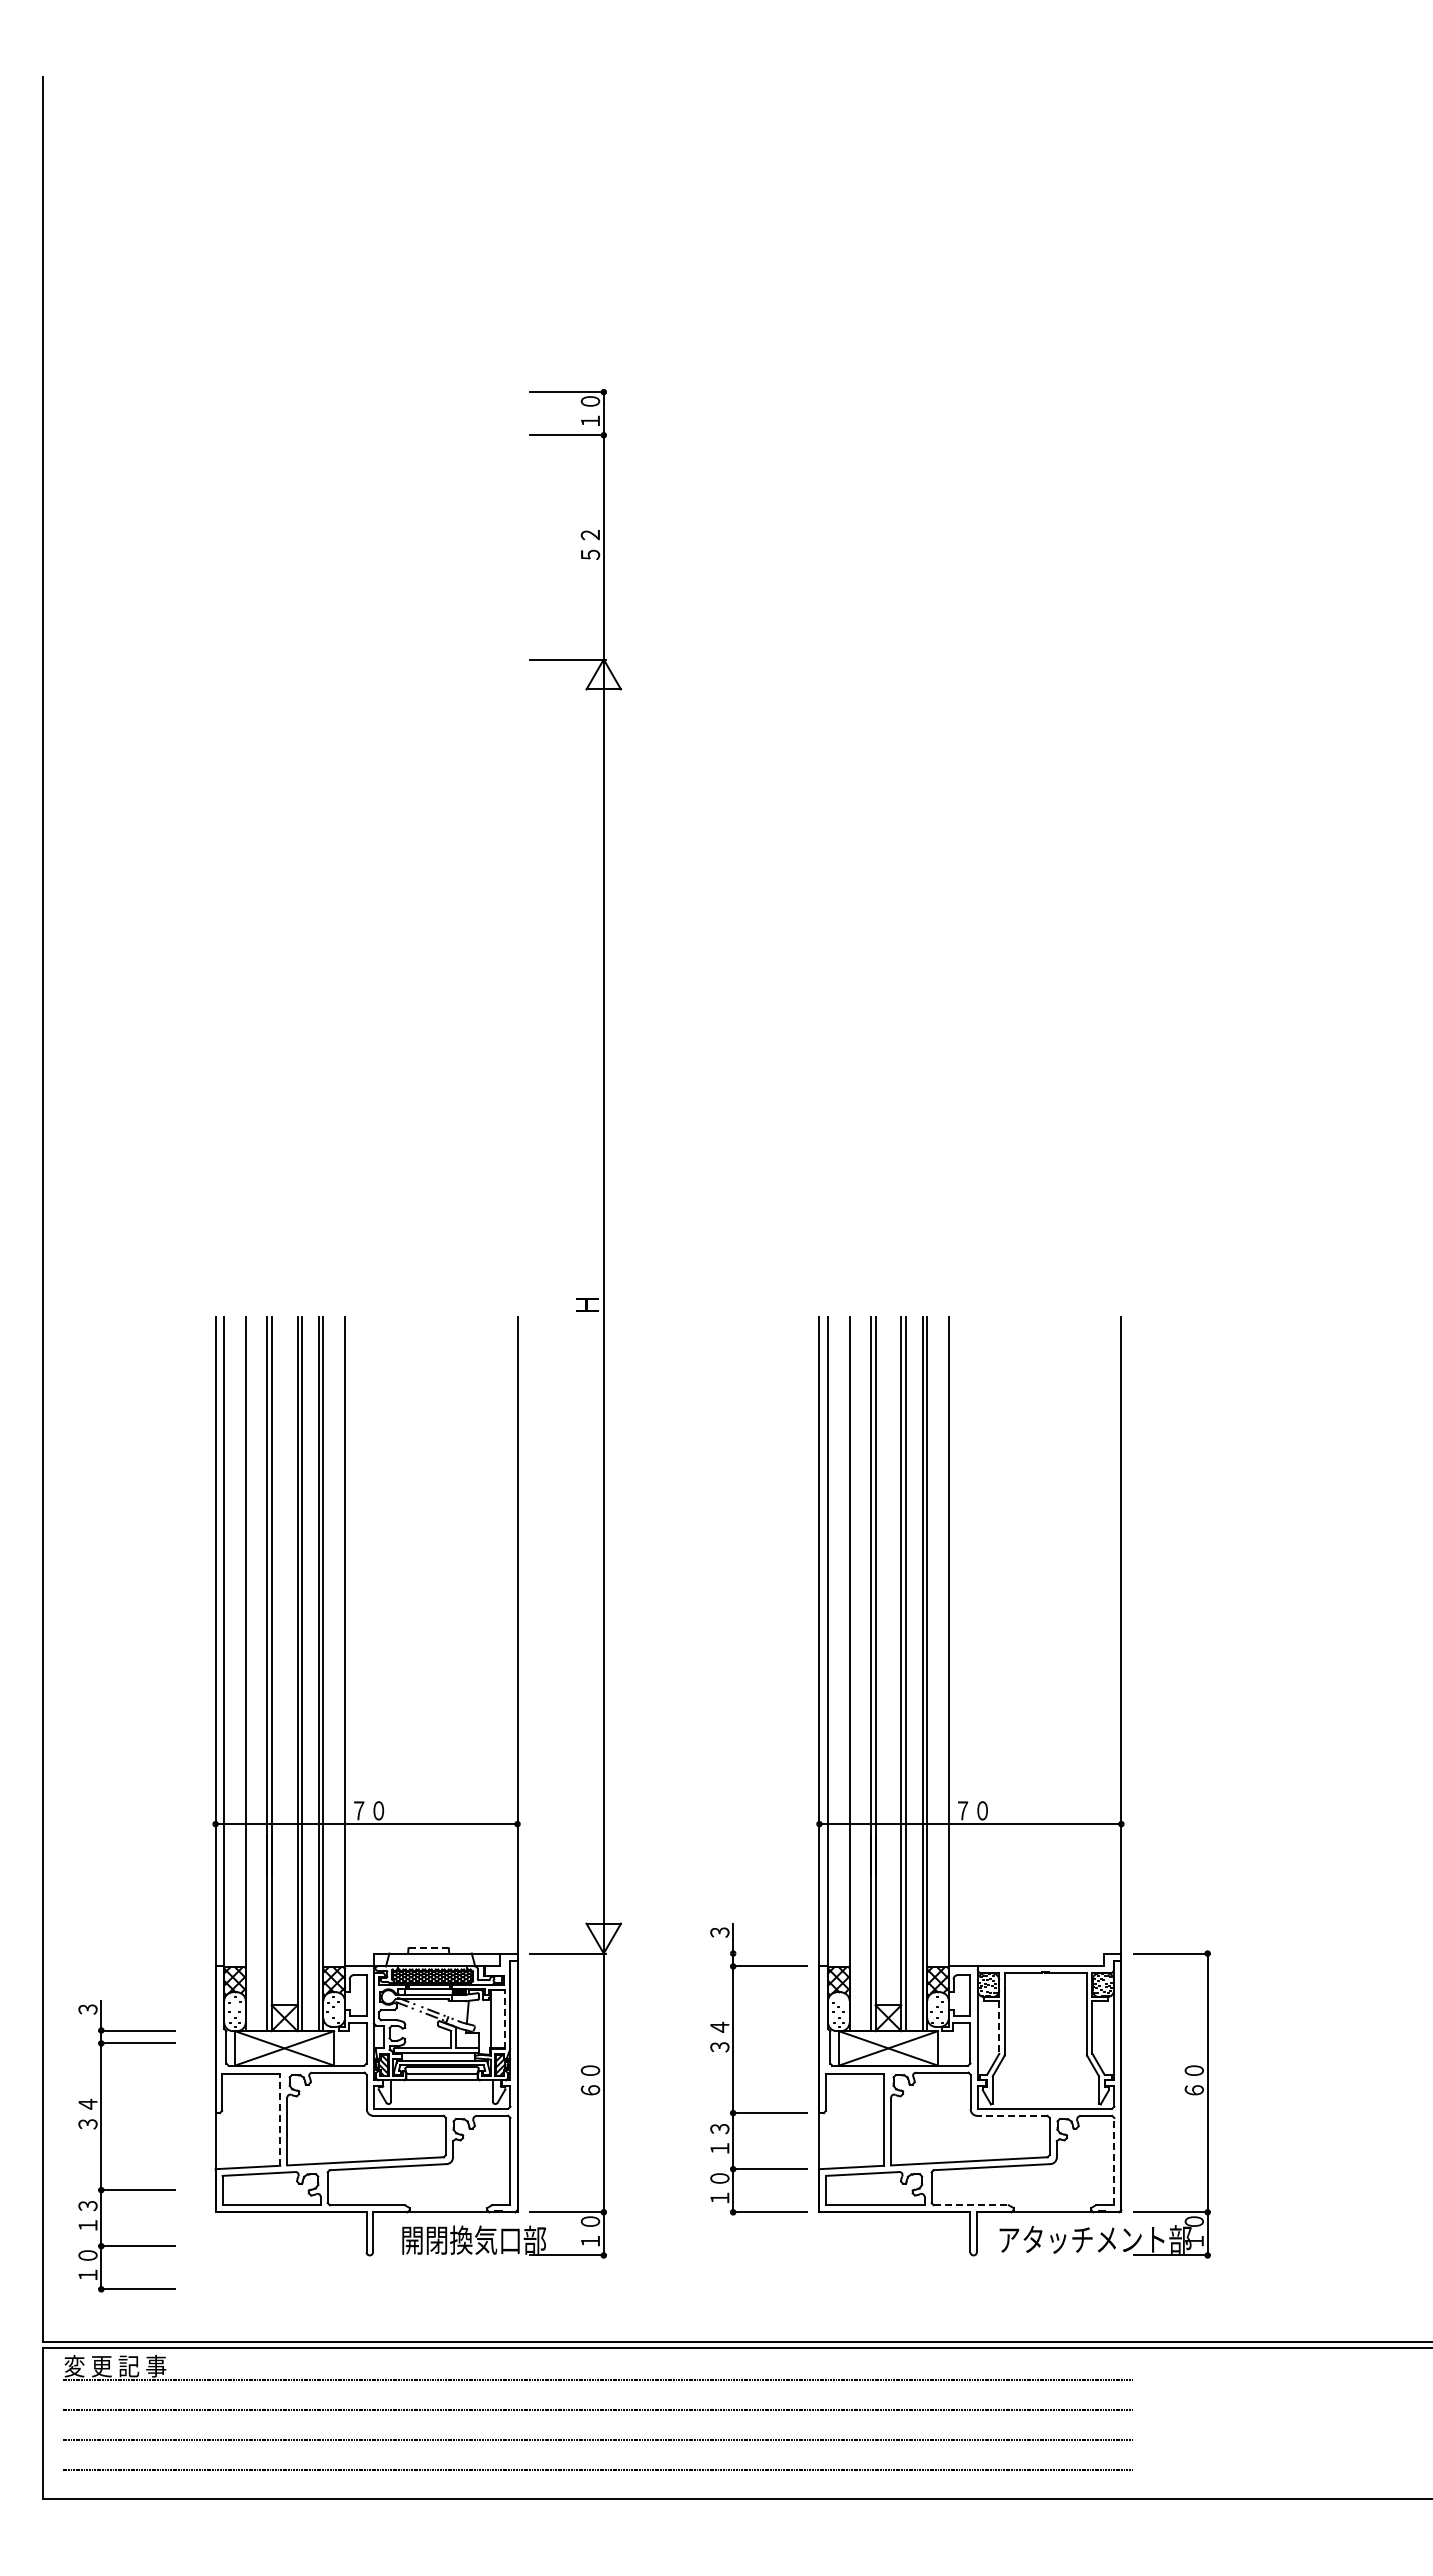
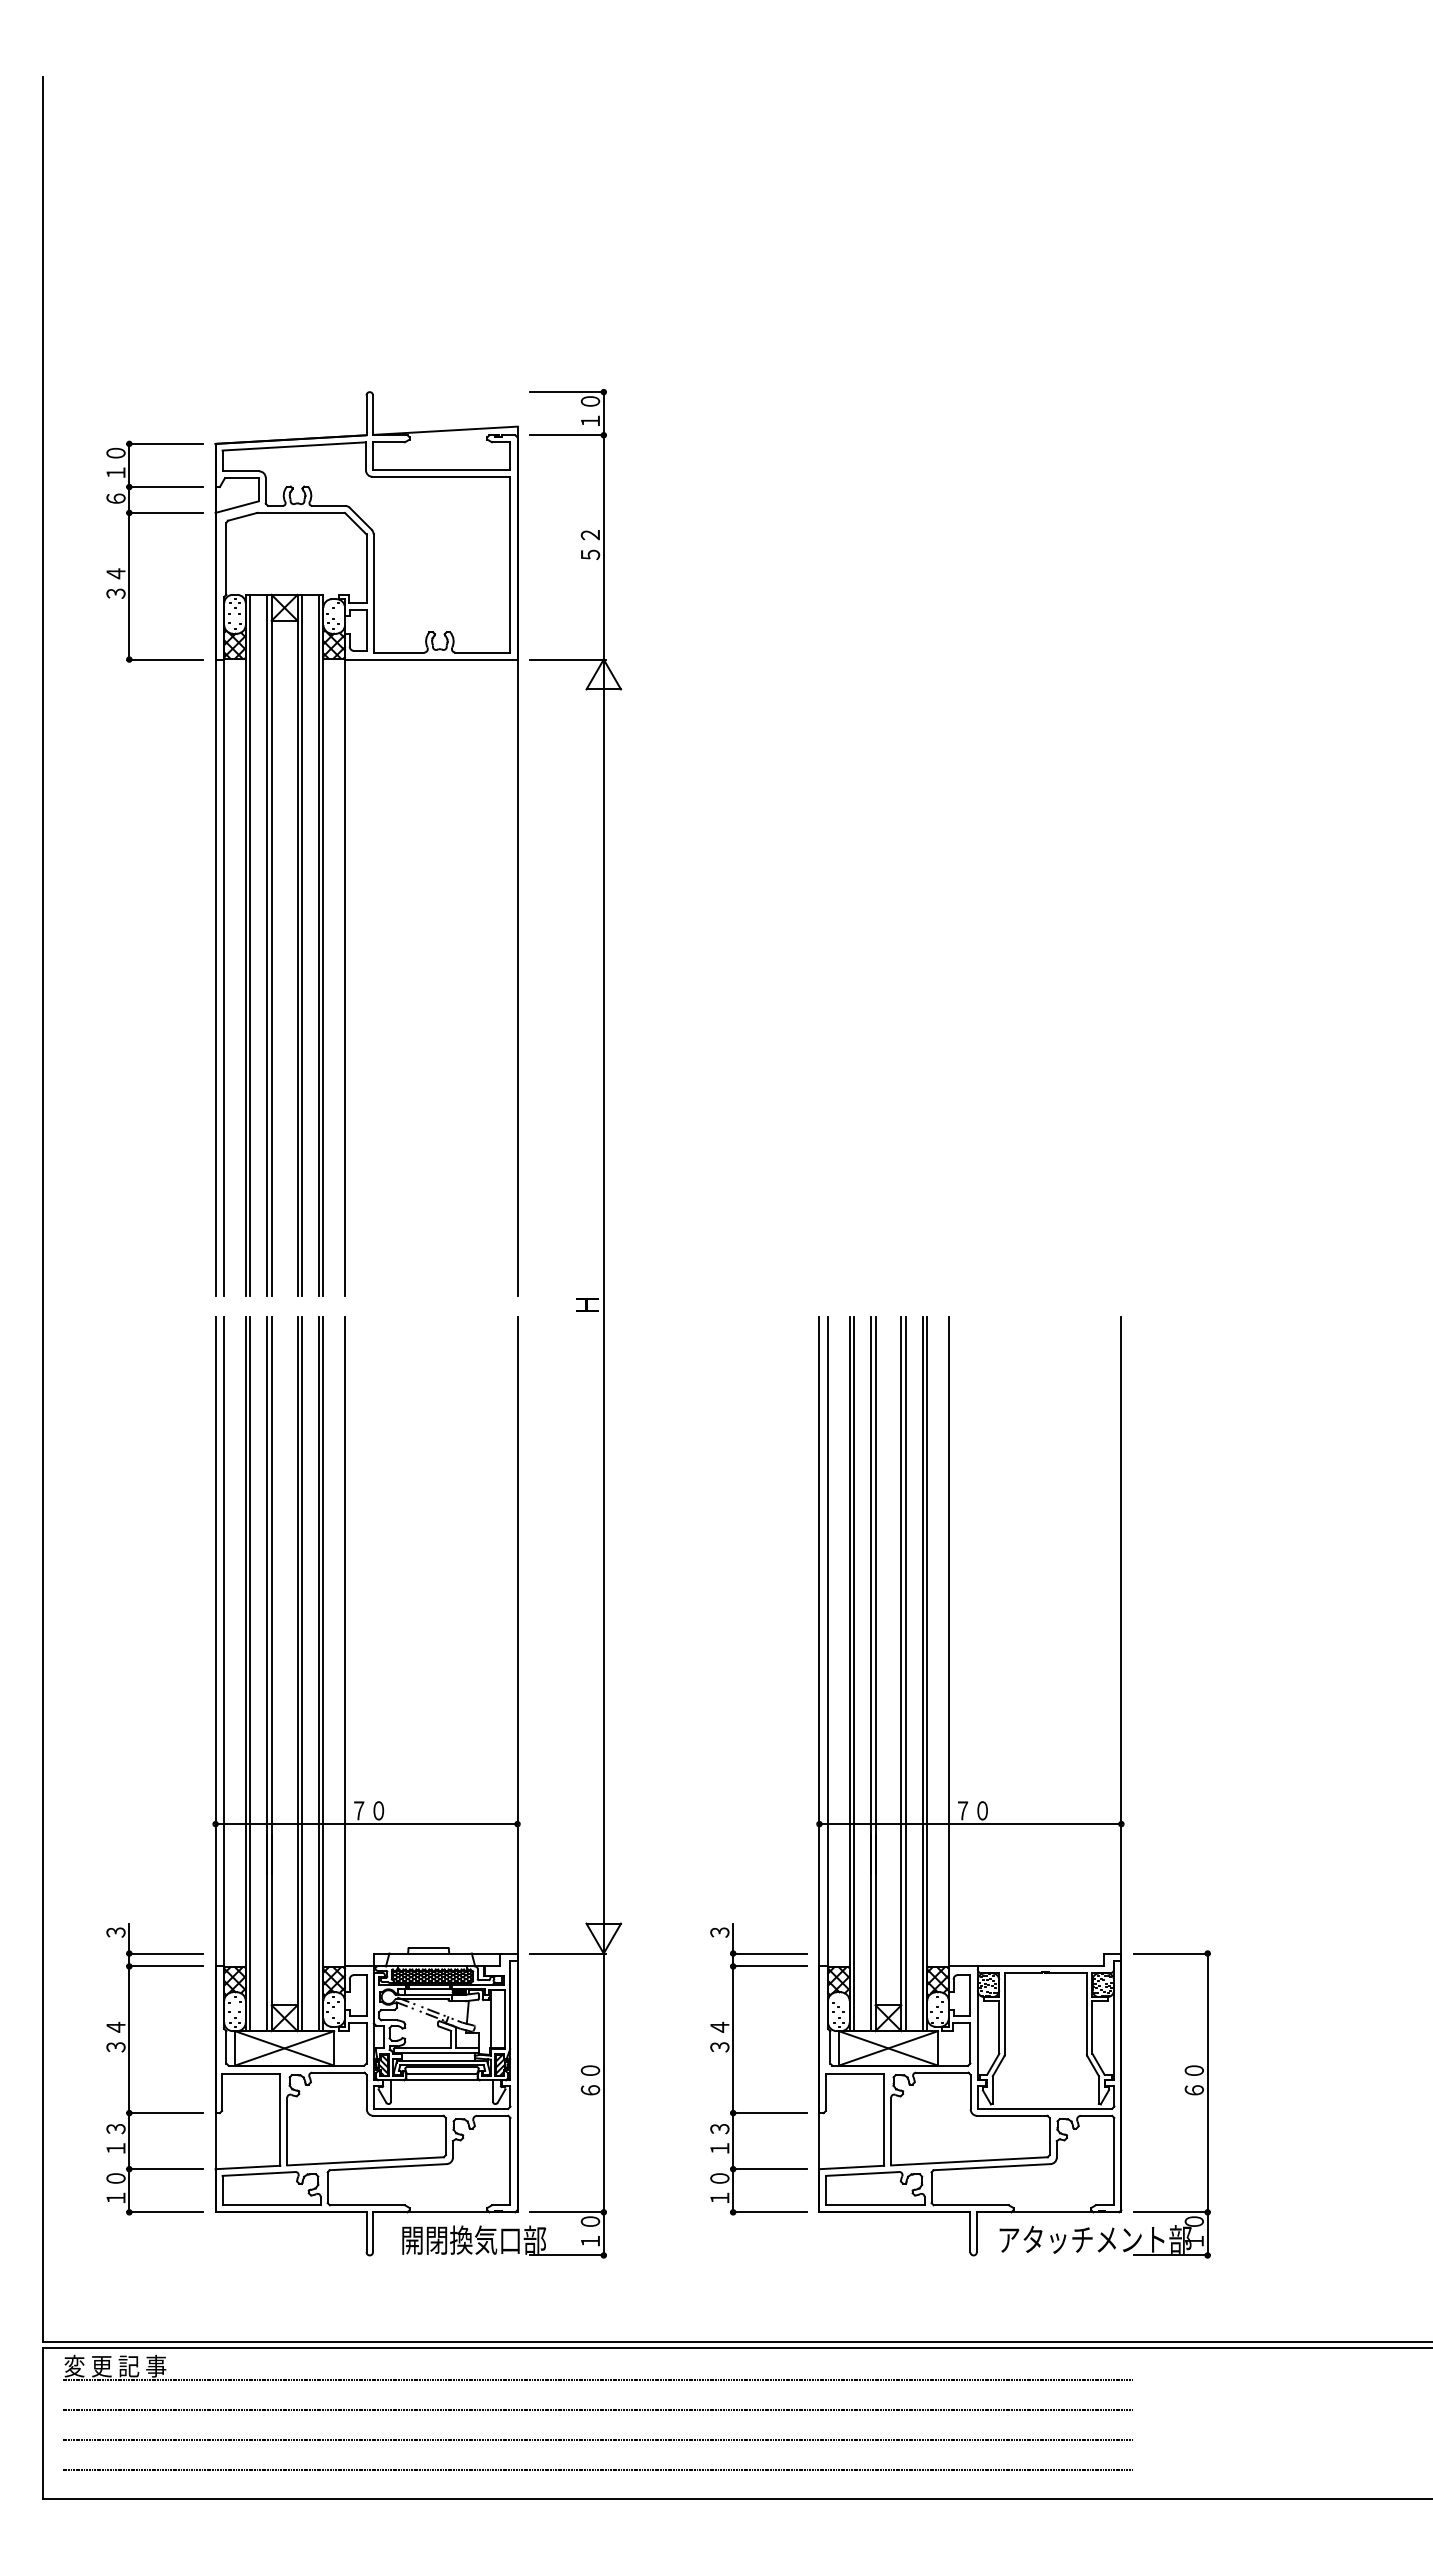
part at (129, 551): none -> present
part at (345, 843): none -> present
line at (250, 1674): none -> present
line at (853, 1674): none -> present
line at (429, 1947): dashed -> solid
line at (768, 1953): none -> present
line at (505, 2019): dashed -> solid
line at (999, 2028): dashed -> solid
line at (1011, 2115): dashed -> solid
line at (280, 2120): dashed -> solid
part at (101, 2146) position: (101, 2146) -> (129, 2069)
line at (1114, 2161): dashed -> solid
line at (971, 2205): dashed -> solid
